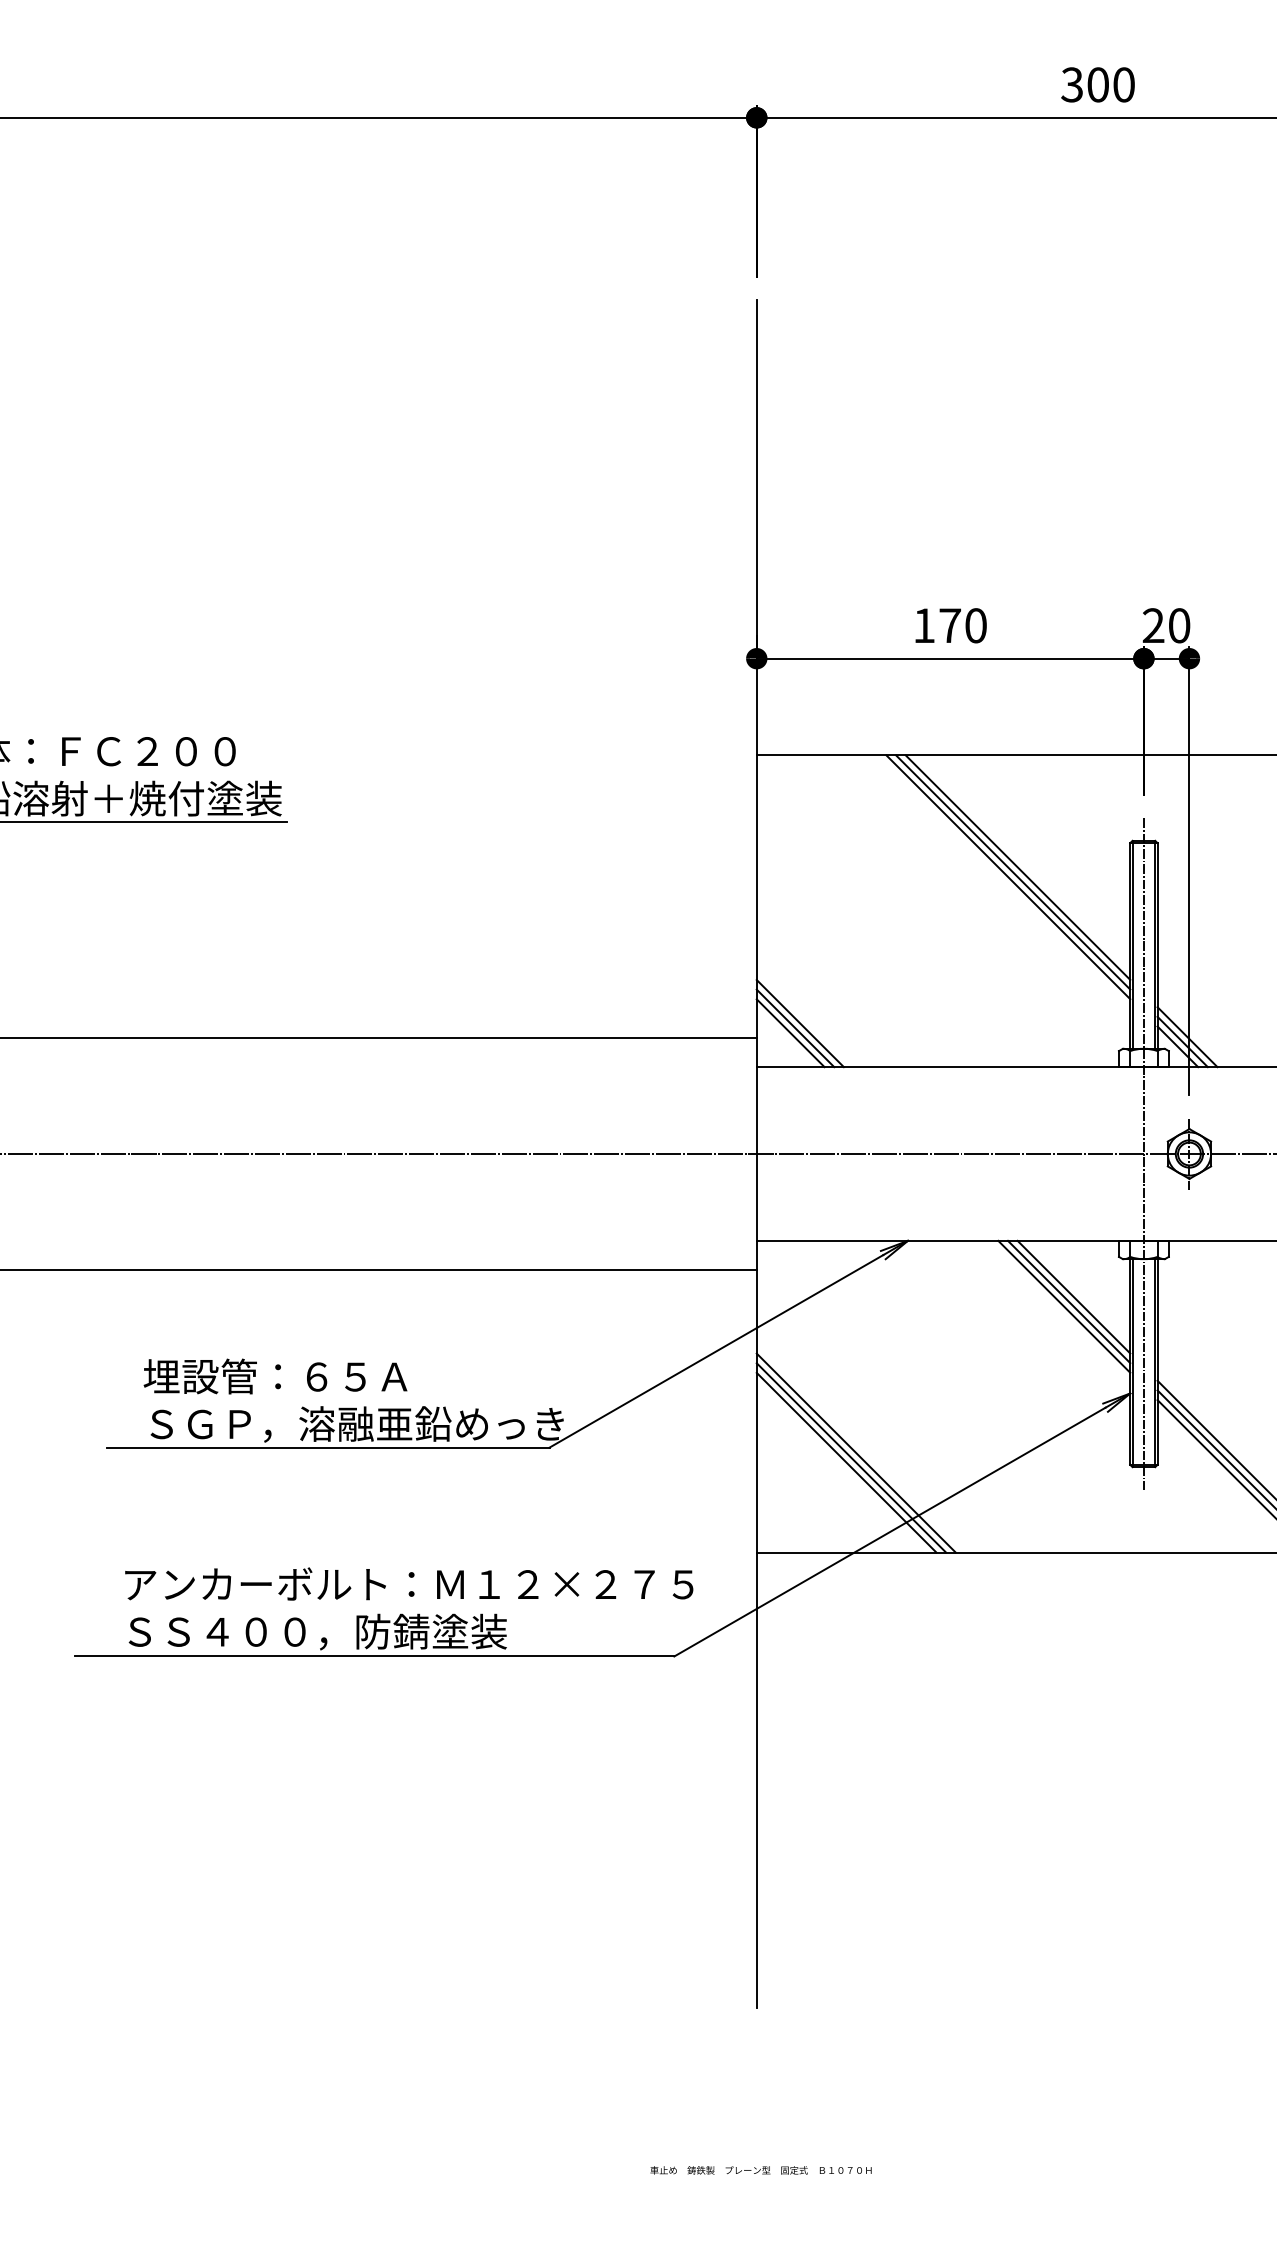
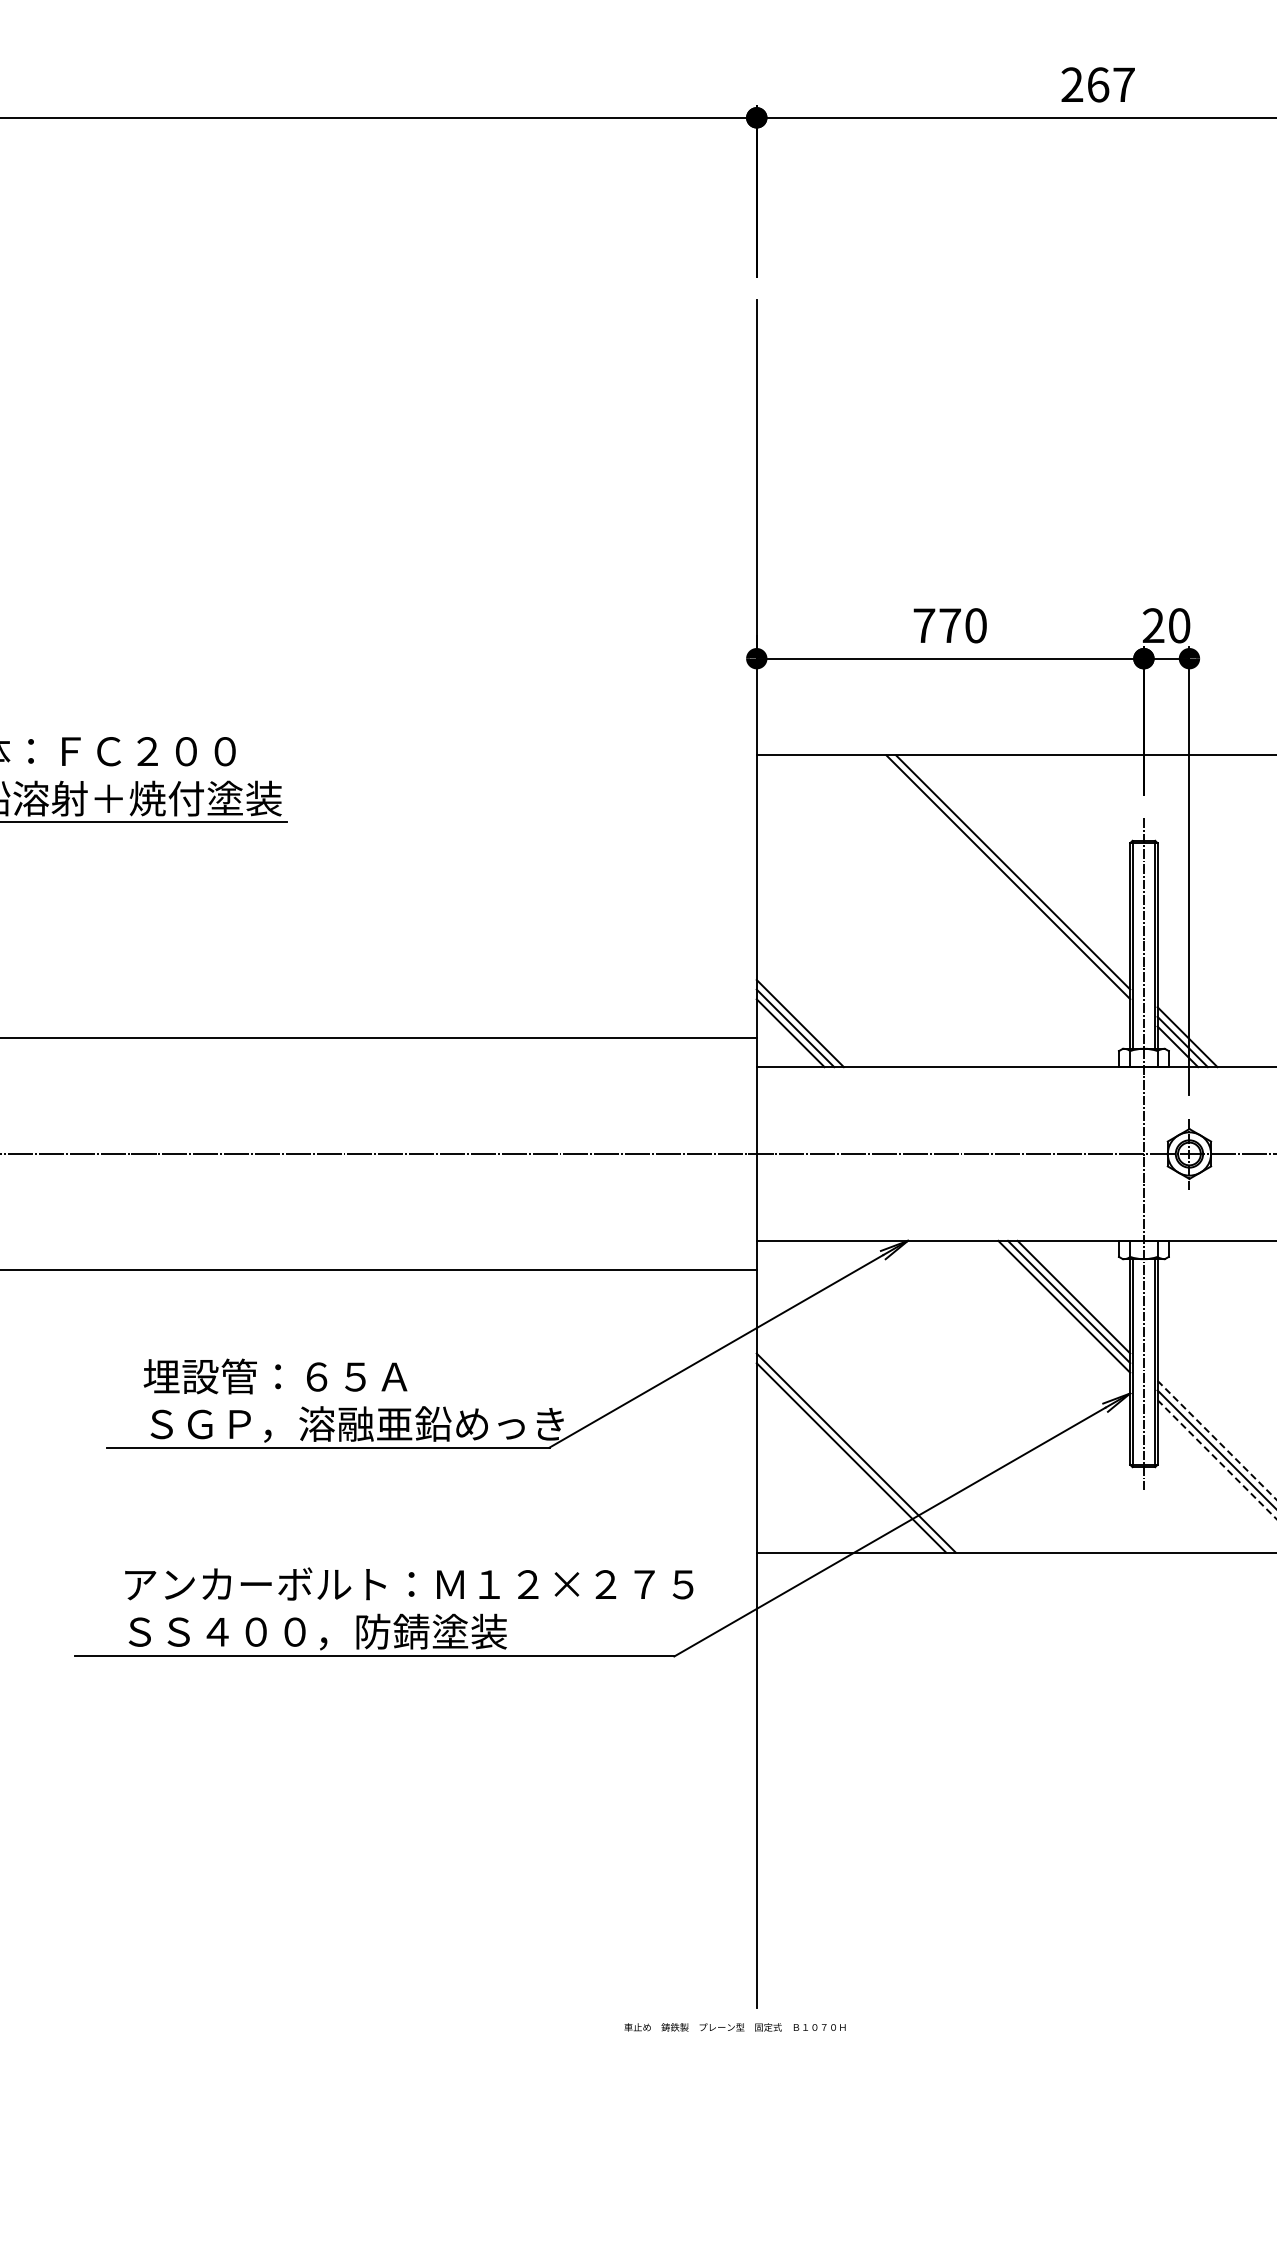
text at (1097, 84): 300 -> 267
text at (924, 625): 170 -> 770
line at (1017, 867): present -> none
line at (1216, 1440): solid -> dashed
line at (1217, 1460): solid -> dashed
line at (846, 1462): present -> none
text at (760, 2170) position: (760, 2170) -> (734, 2027)
